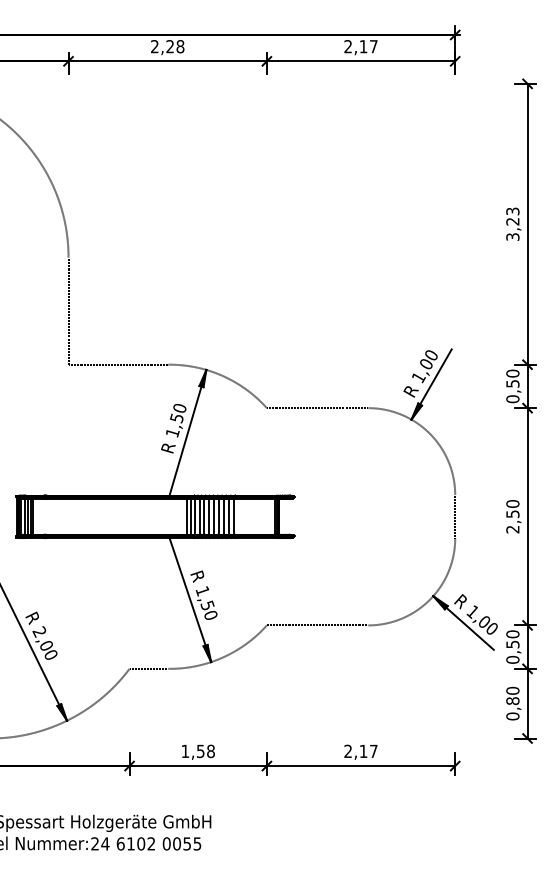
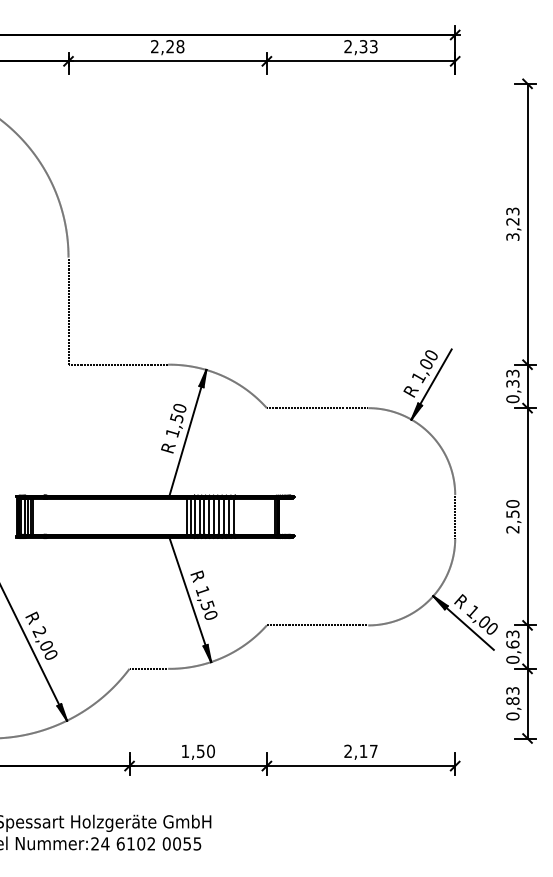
text at (368, 46): 2,17 -> 2,33
text at (512, 378): 0,50 -> 0,33
text at (512, 639): 0,50 -> 0,63
text at (512, 690): 0,80 -> 0,83
text at (210, 751): 1,58 -> 1,50
